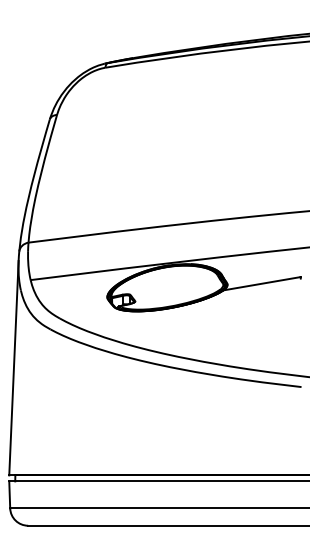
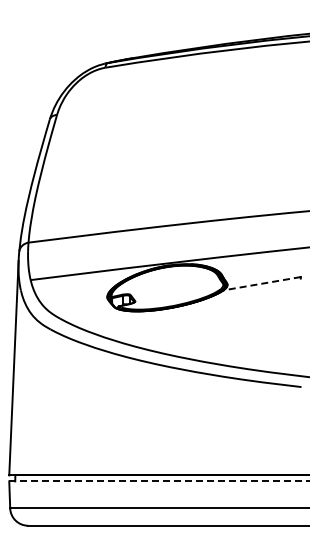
line at (261, 283): solid -> dashed
line at (159, 481): solid -> dashed
